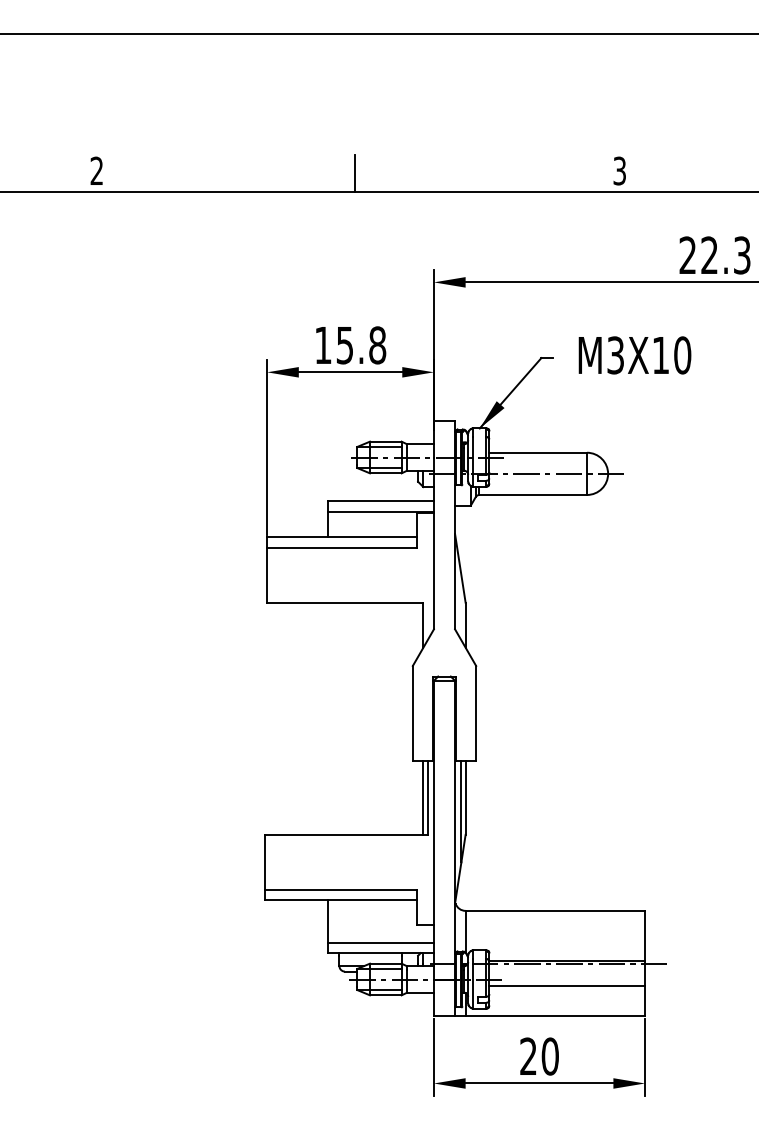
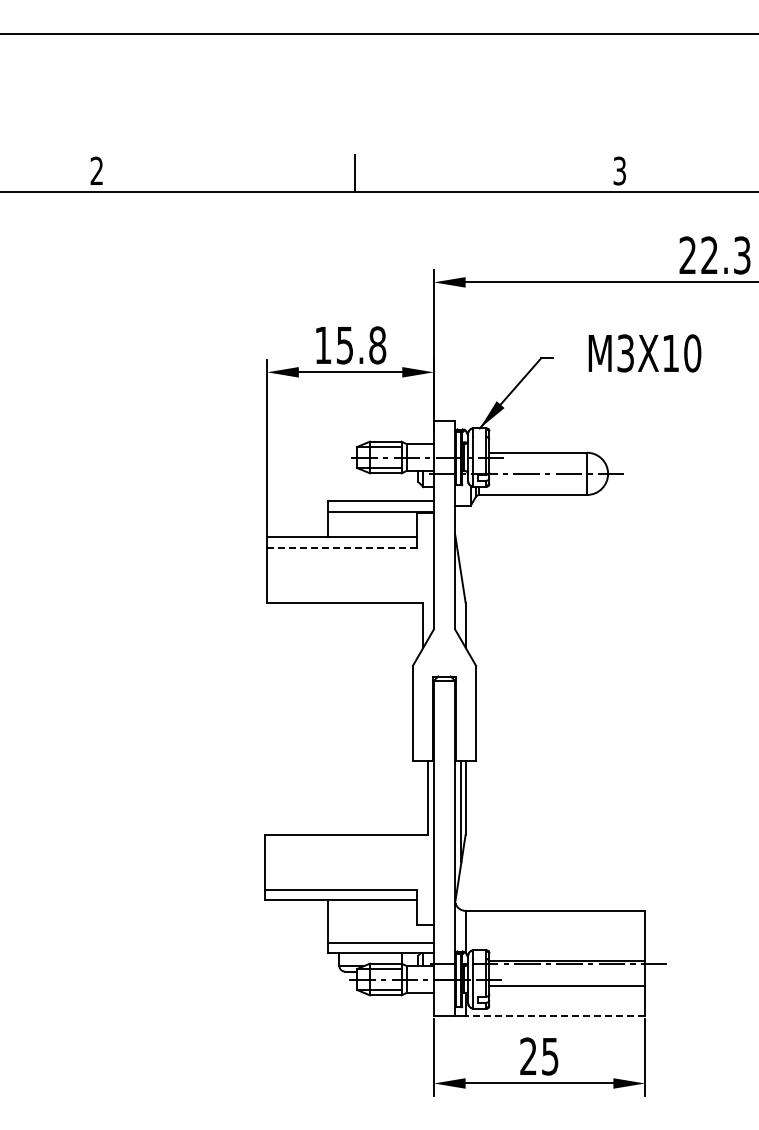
text at (634, 355) position: (634, 355) -> (644, 353)
line at (342, 547): solid -> dashed
line at (423, 797): present -> none
line at (555, 1016): solid -> dashed
text at (549, 1056): 20 -> 25
